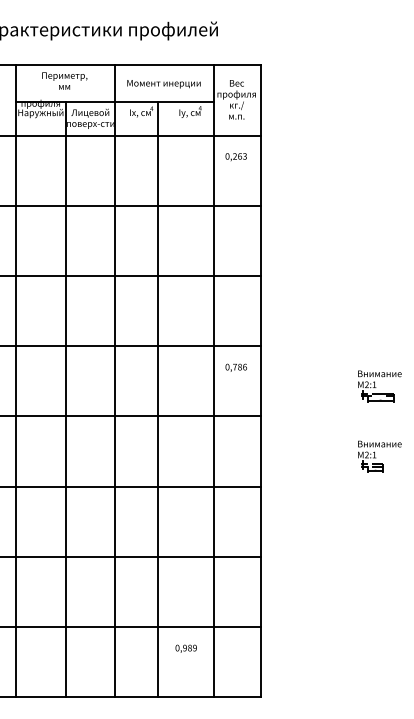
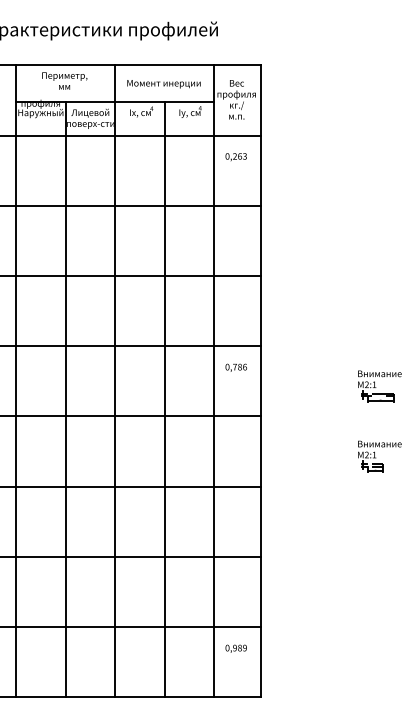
line at (157, 399) position: (157, 399) -> (164, 399)
text at (185, 648) position: (185, 648) -> (235, 648)
